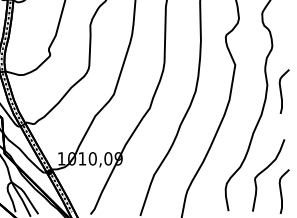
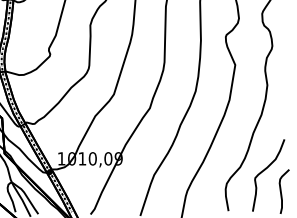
curve at (281, 91): present -> none
